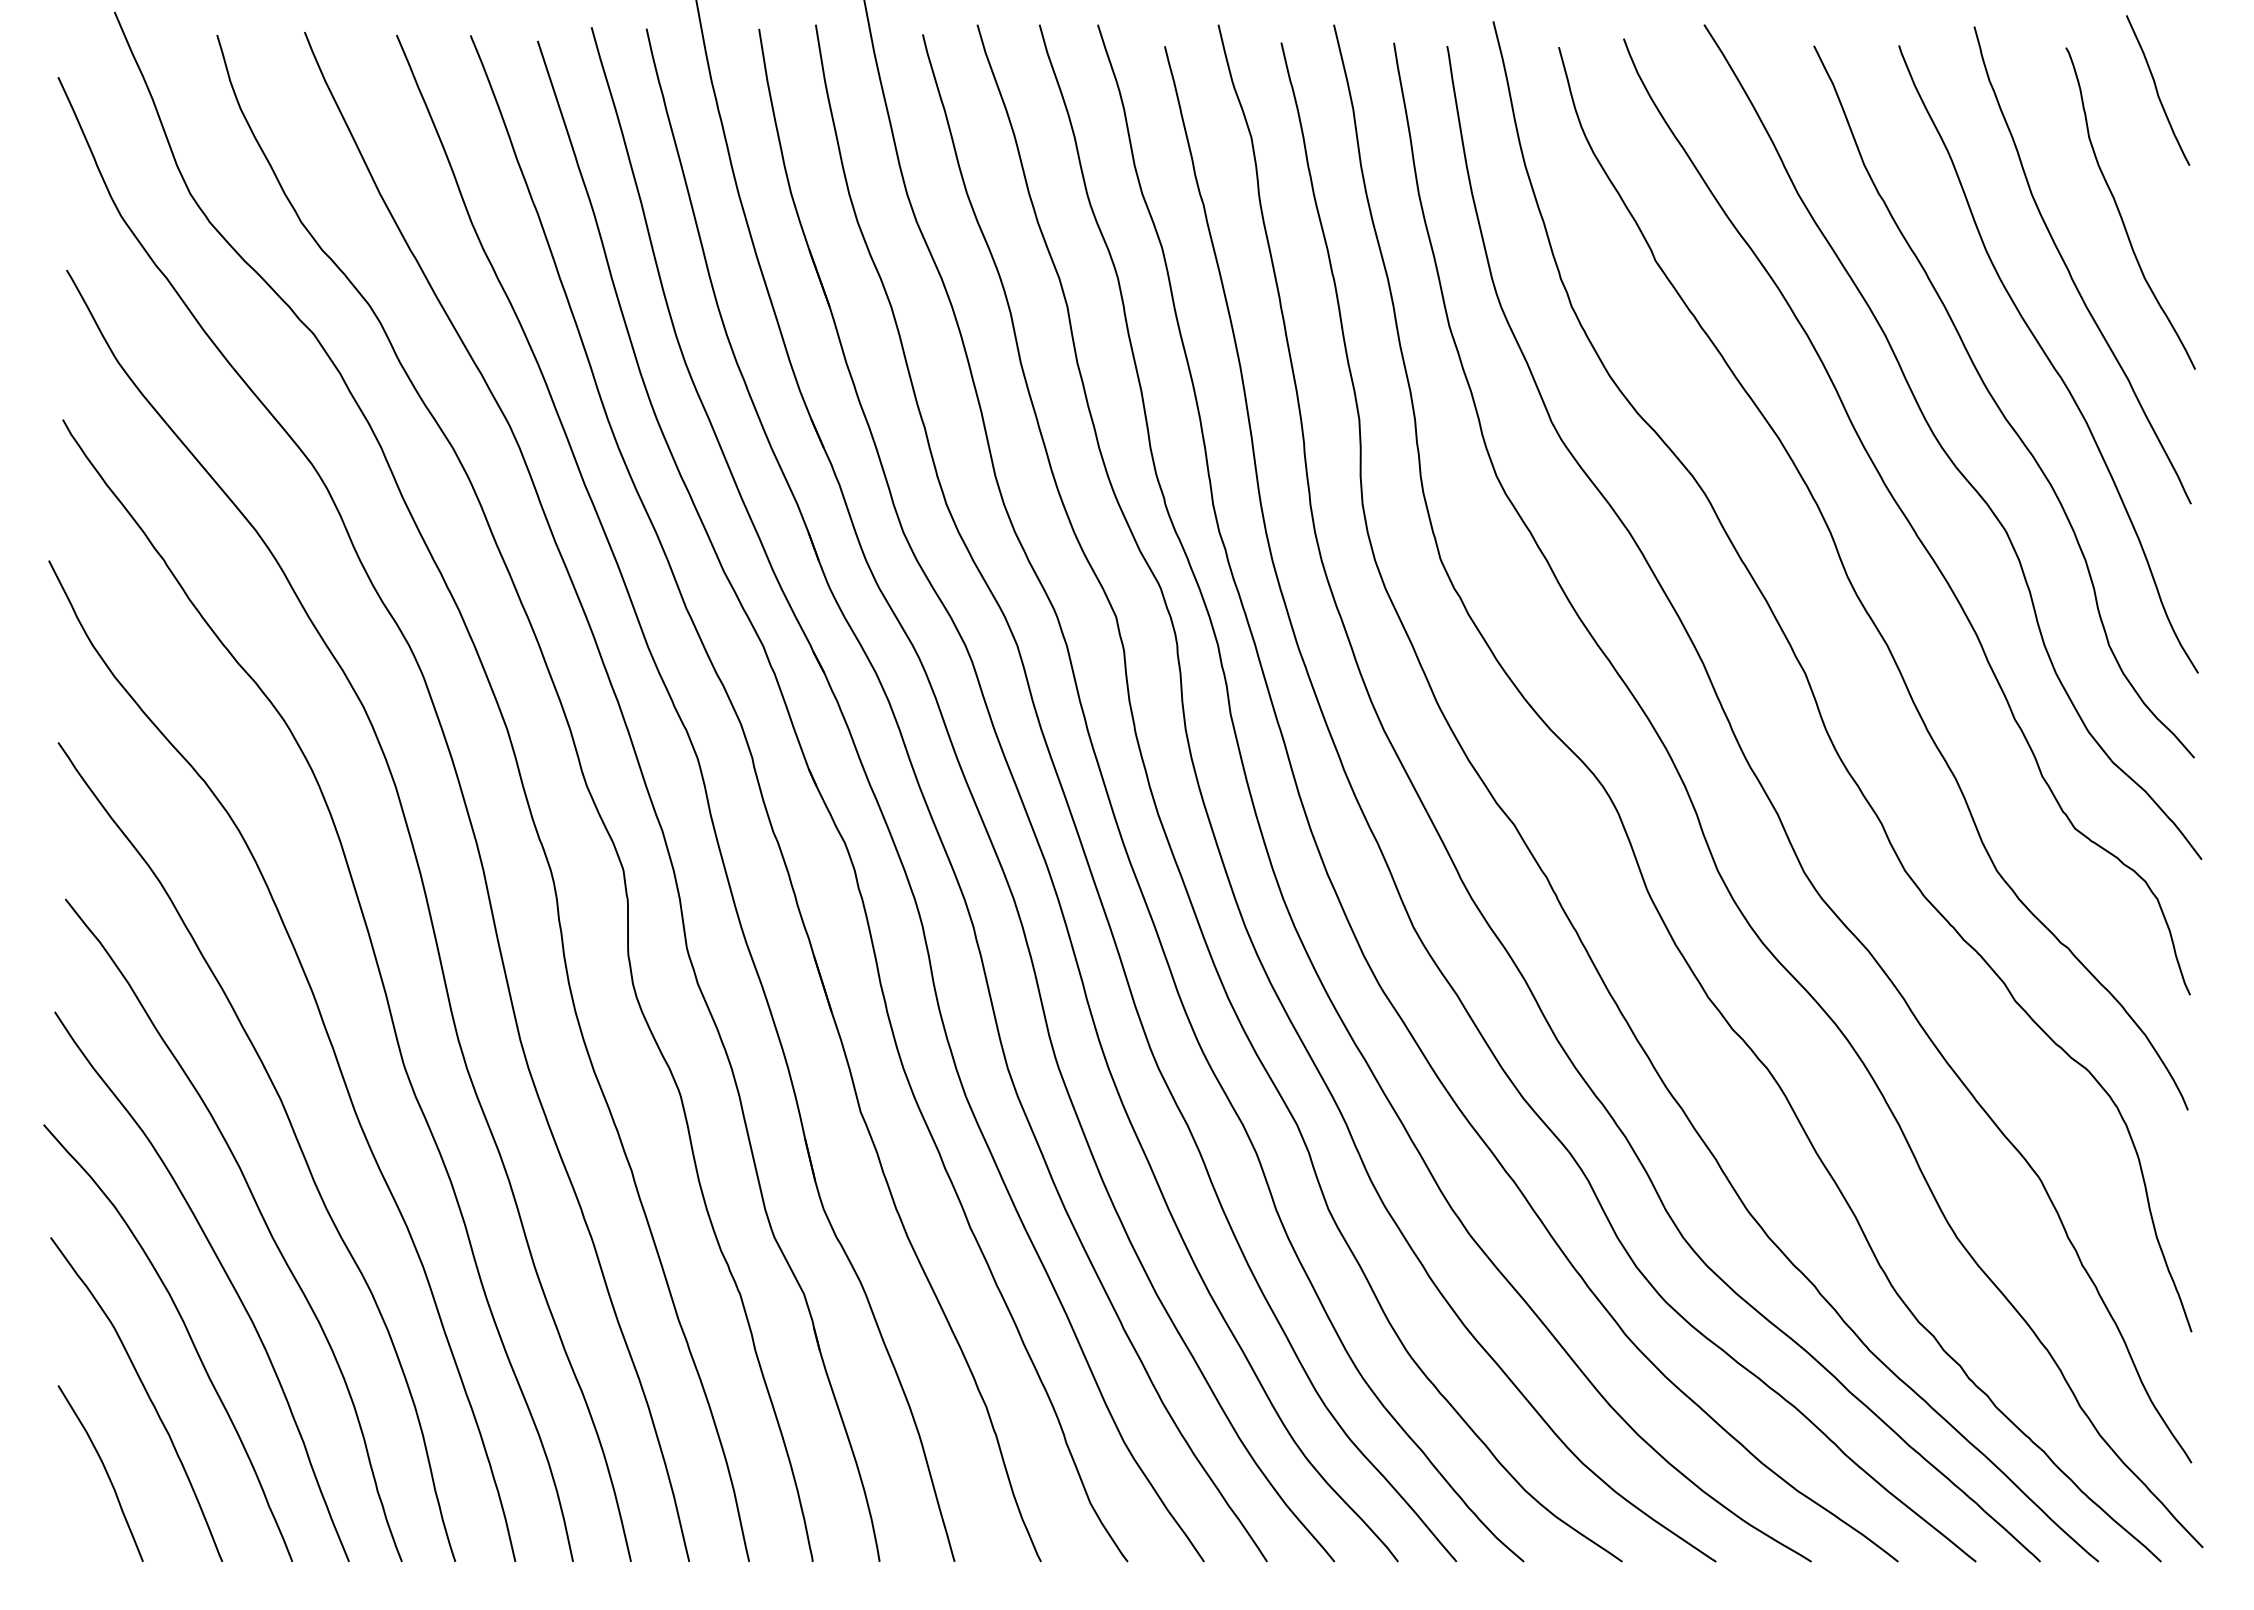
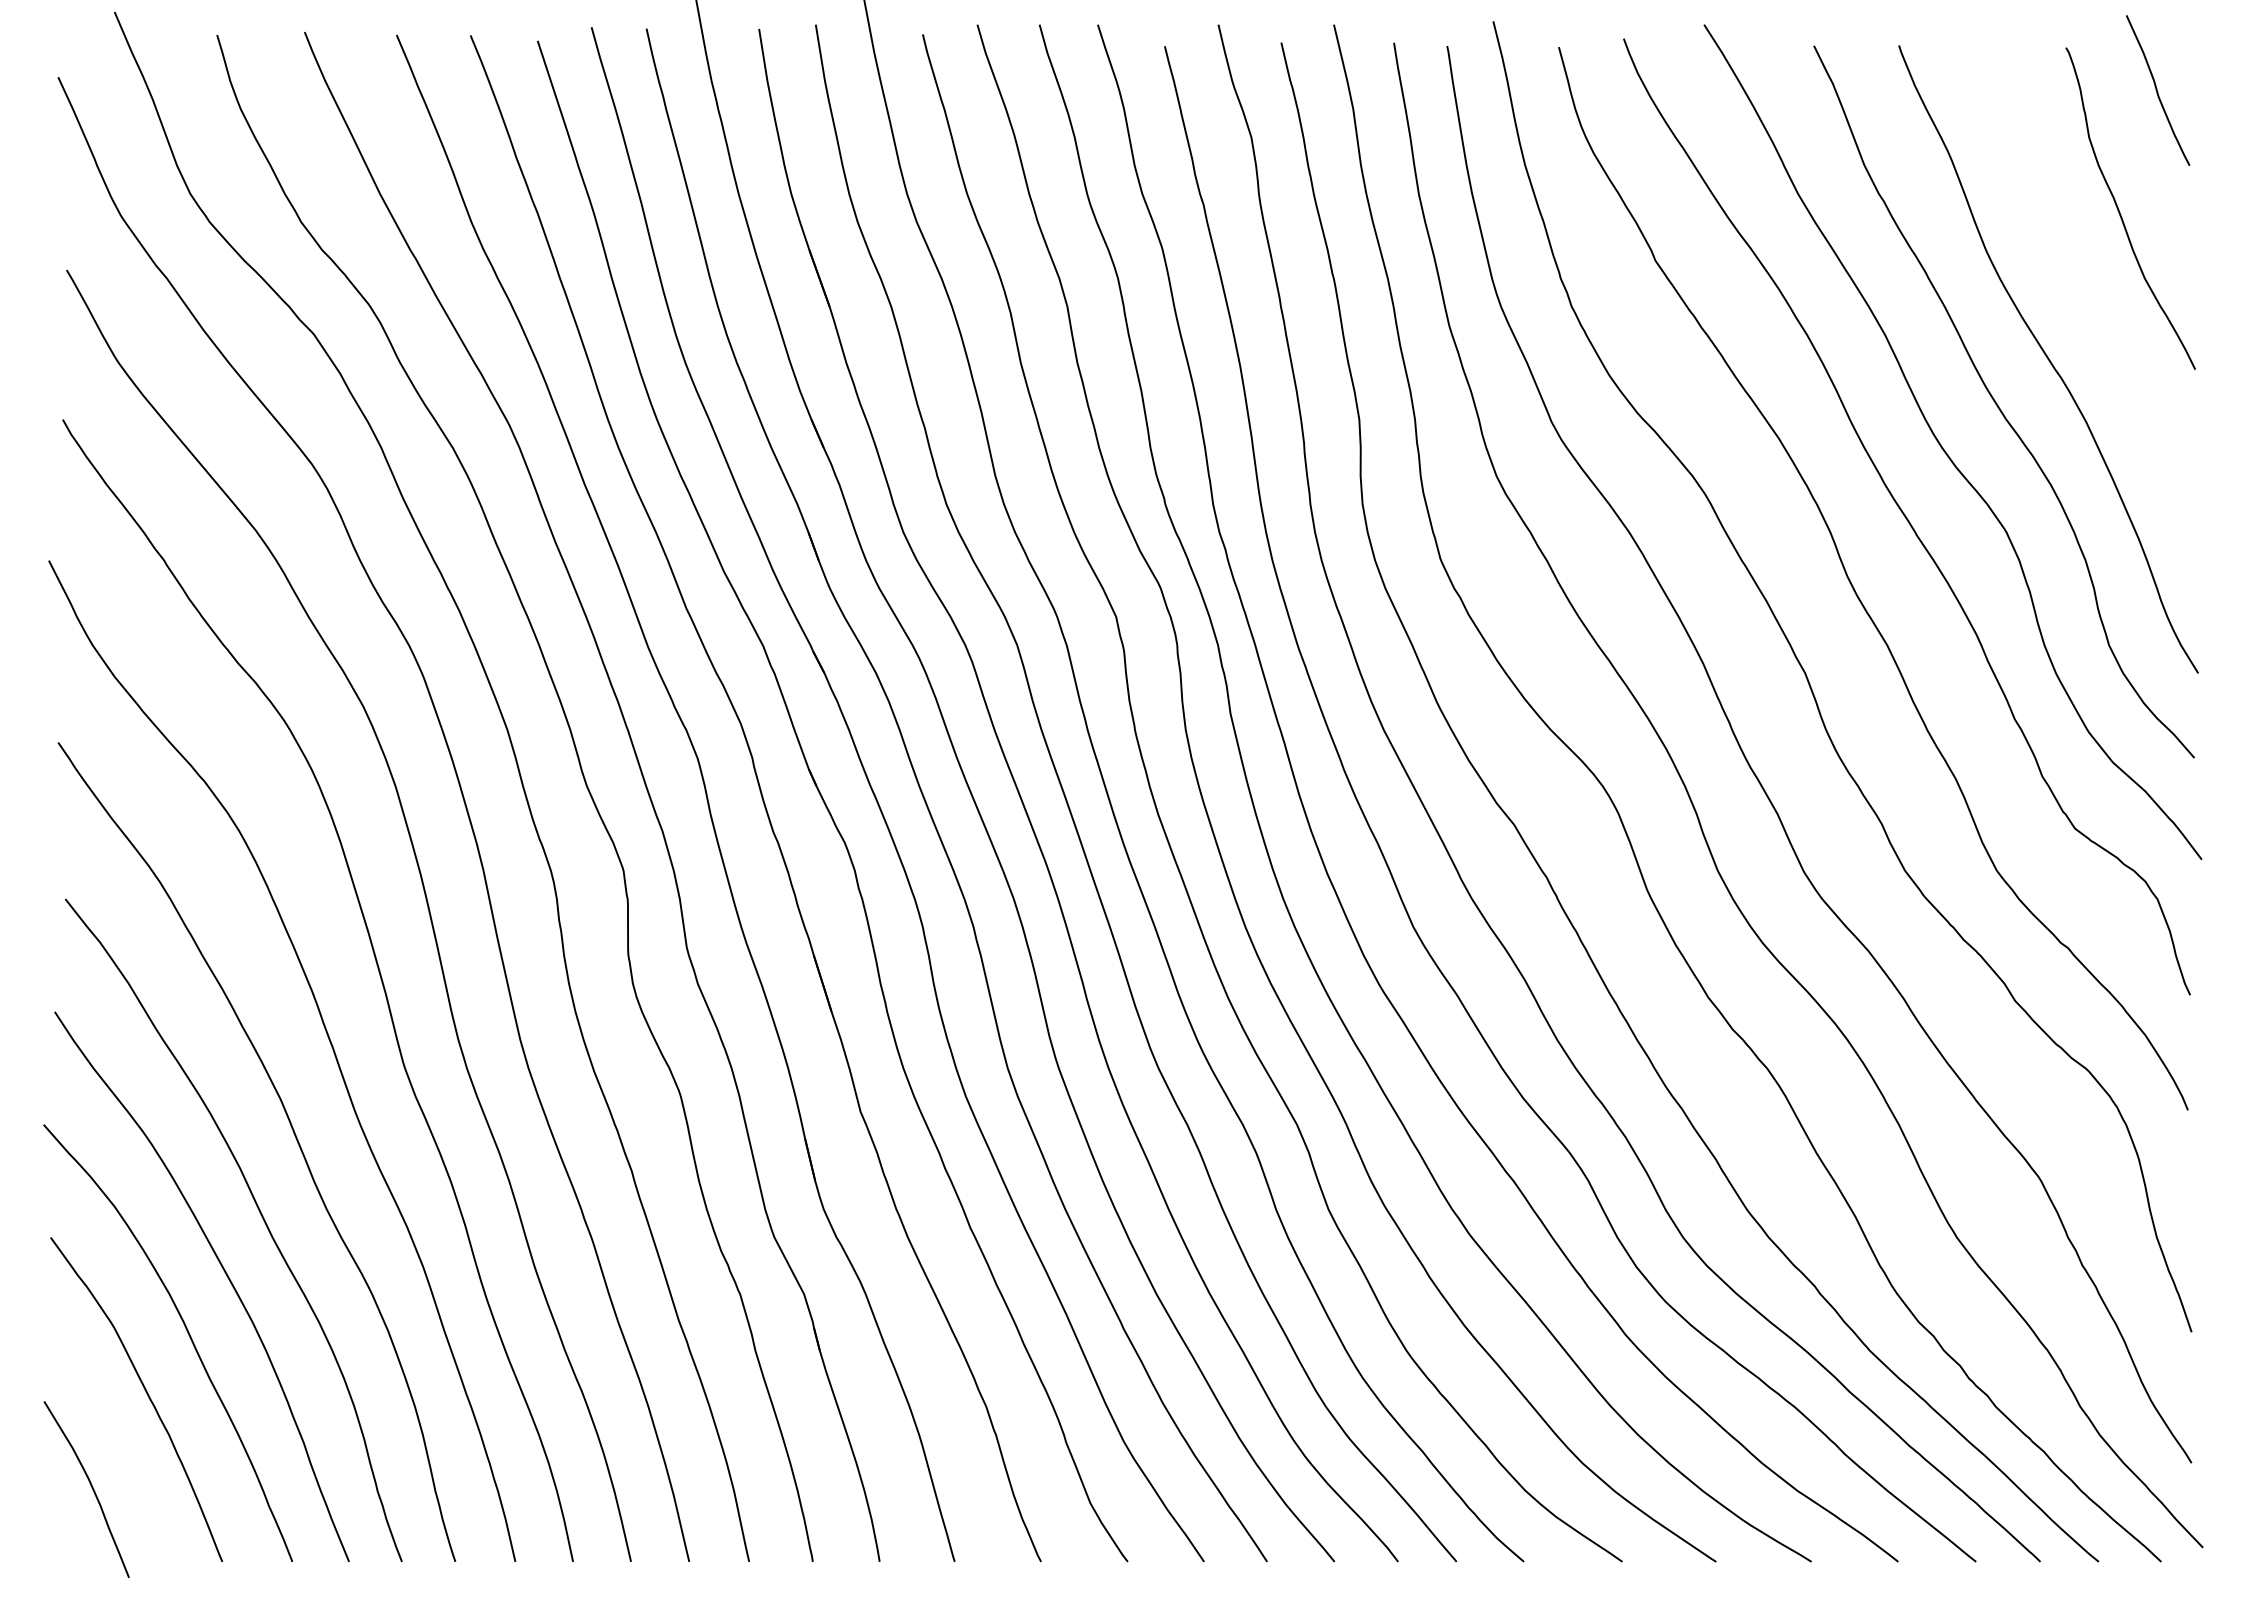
curve at (2070, 272): present -> none
curve at (105, 1472) position: (105, 1472) -> (91, 1488)
